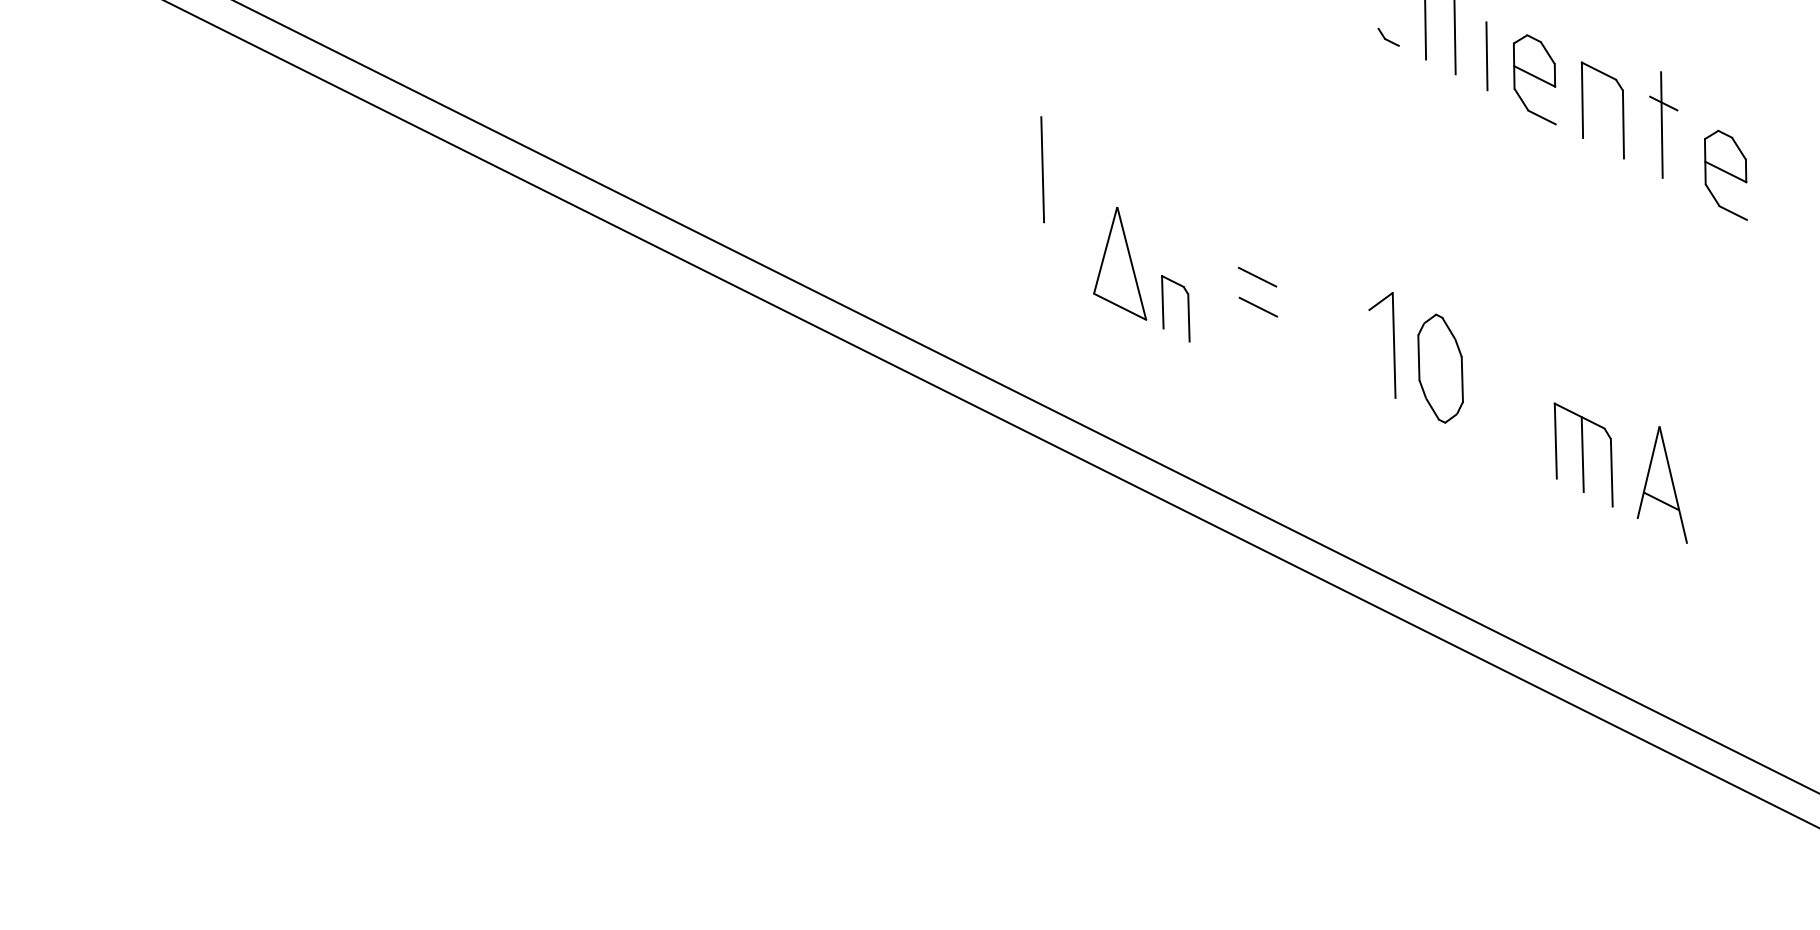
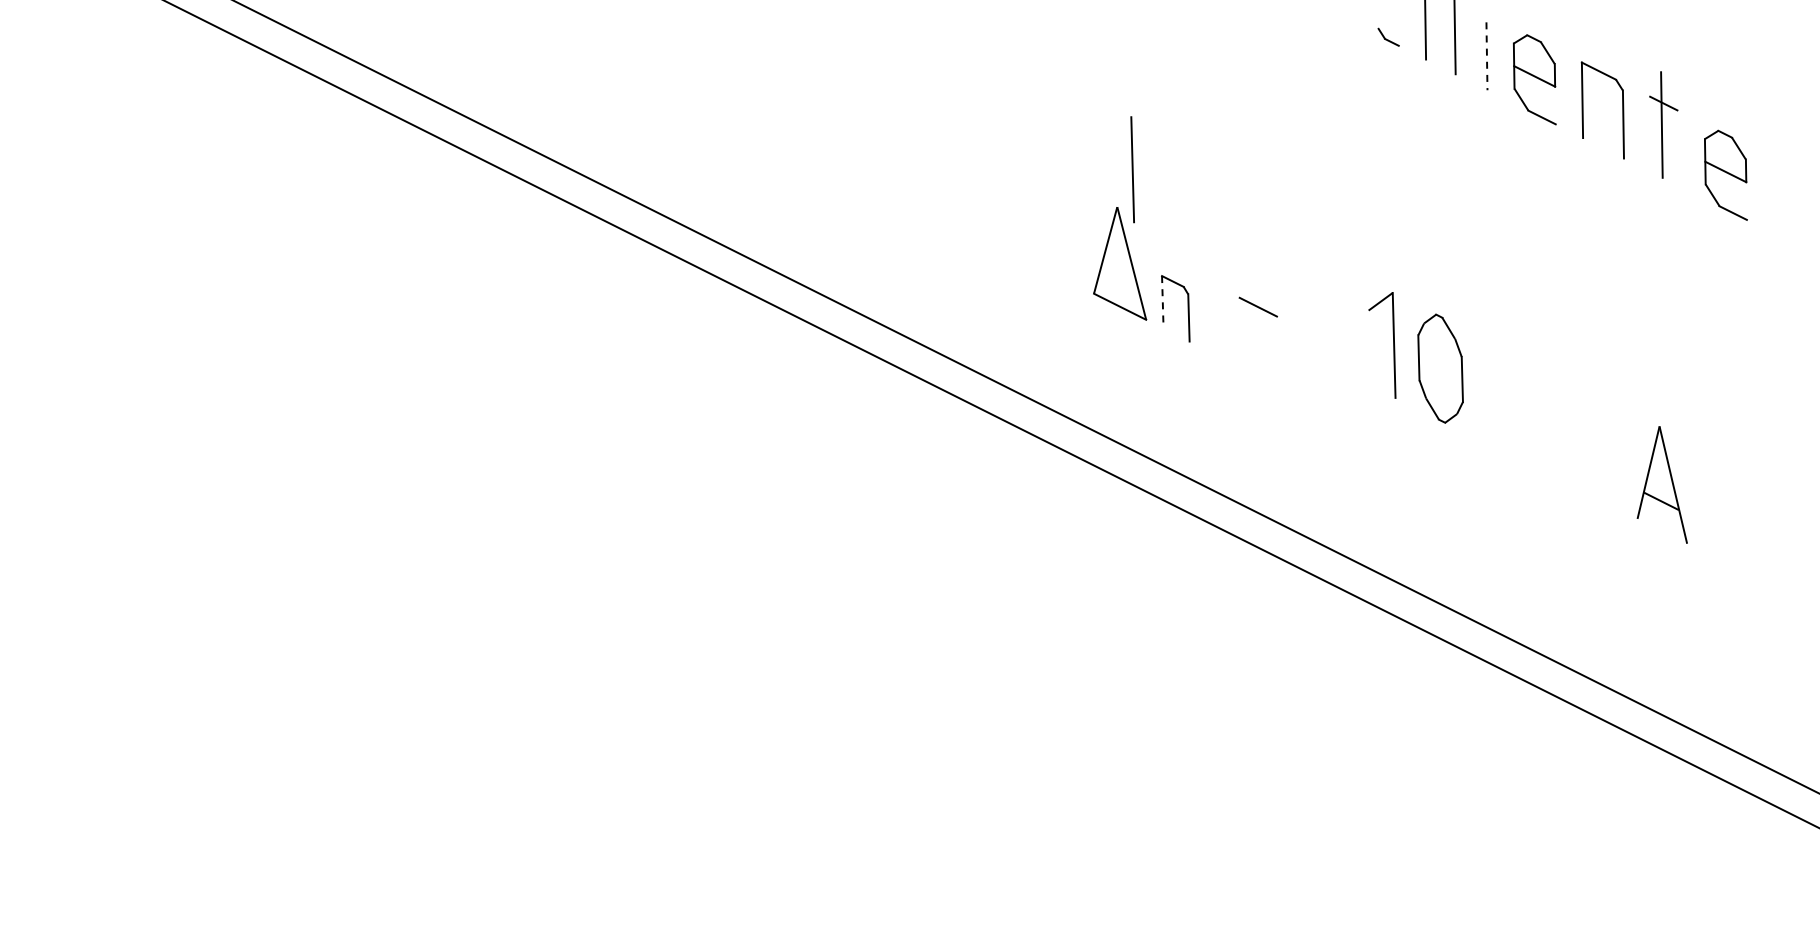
line at (1486, 56): solid -> dashed
line at (1042, 169) position: (1042, 169) -> (1132, 169)
line at (1257, 276): present -> none
line at (1162, 302): solid -> dashed
part at (1583, 454): present -> none
